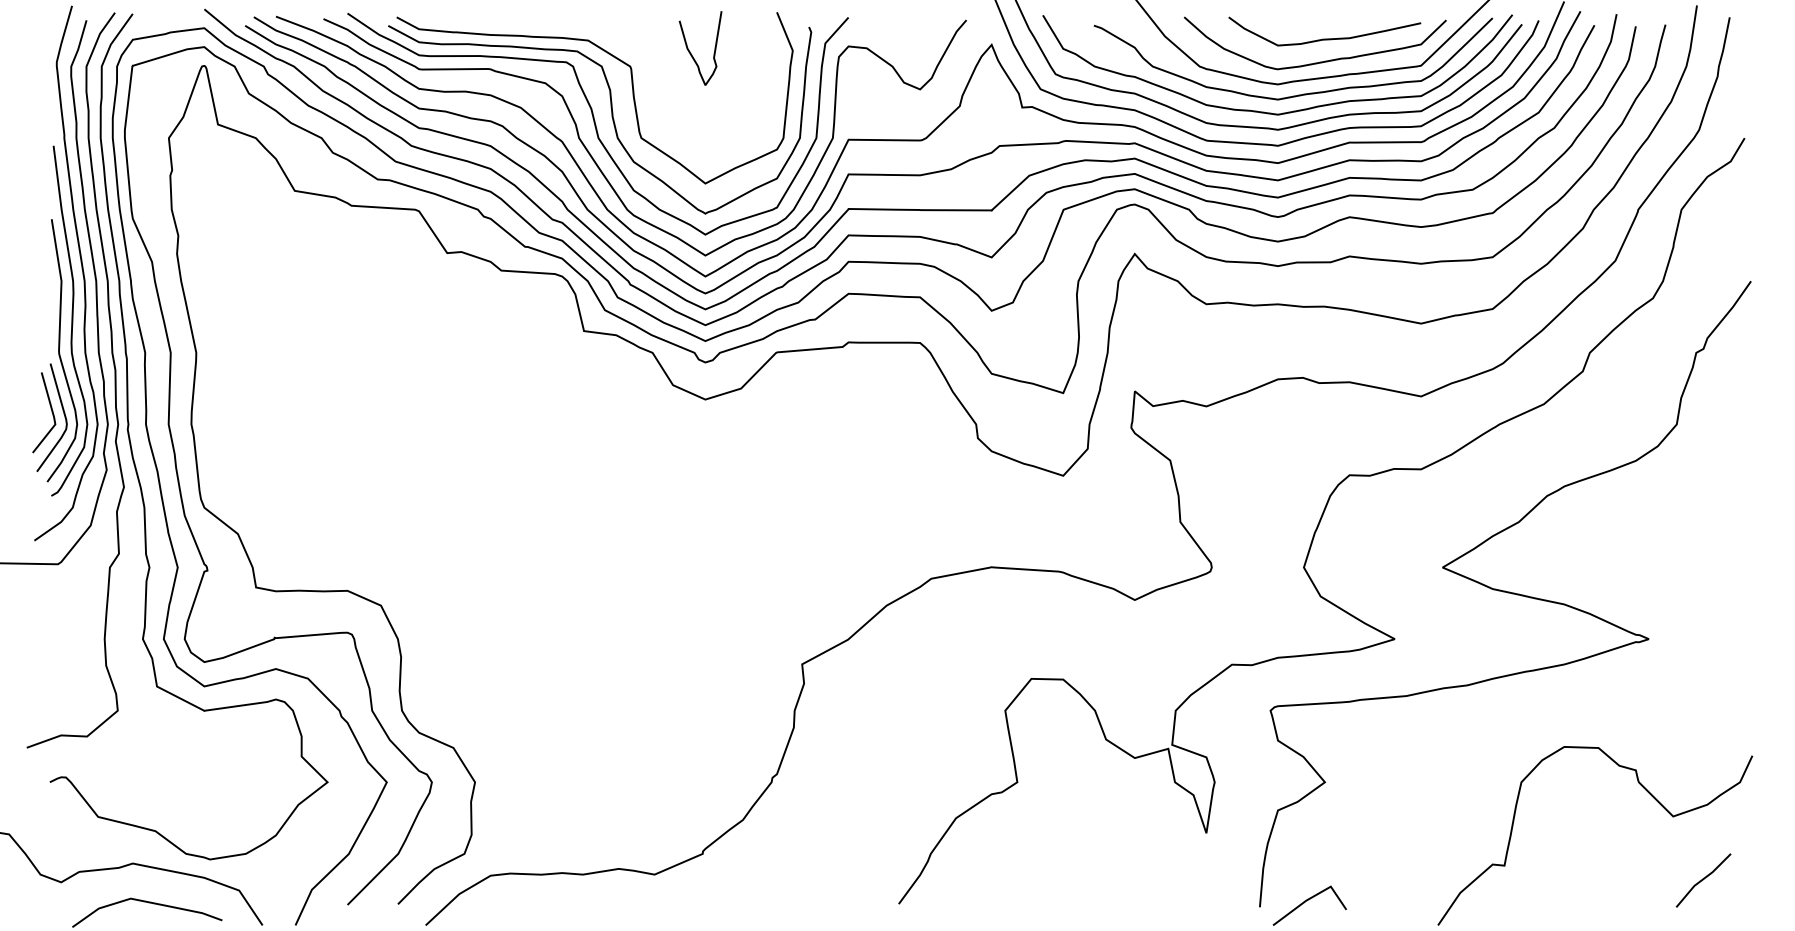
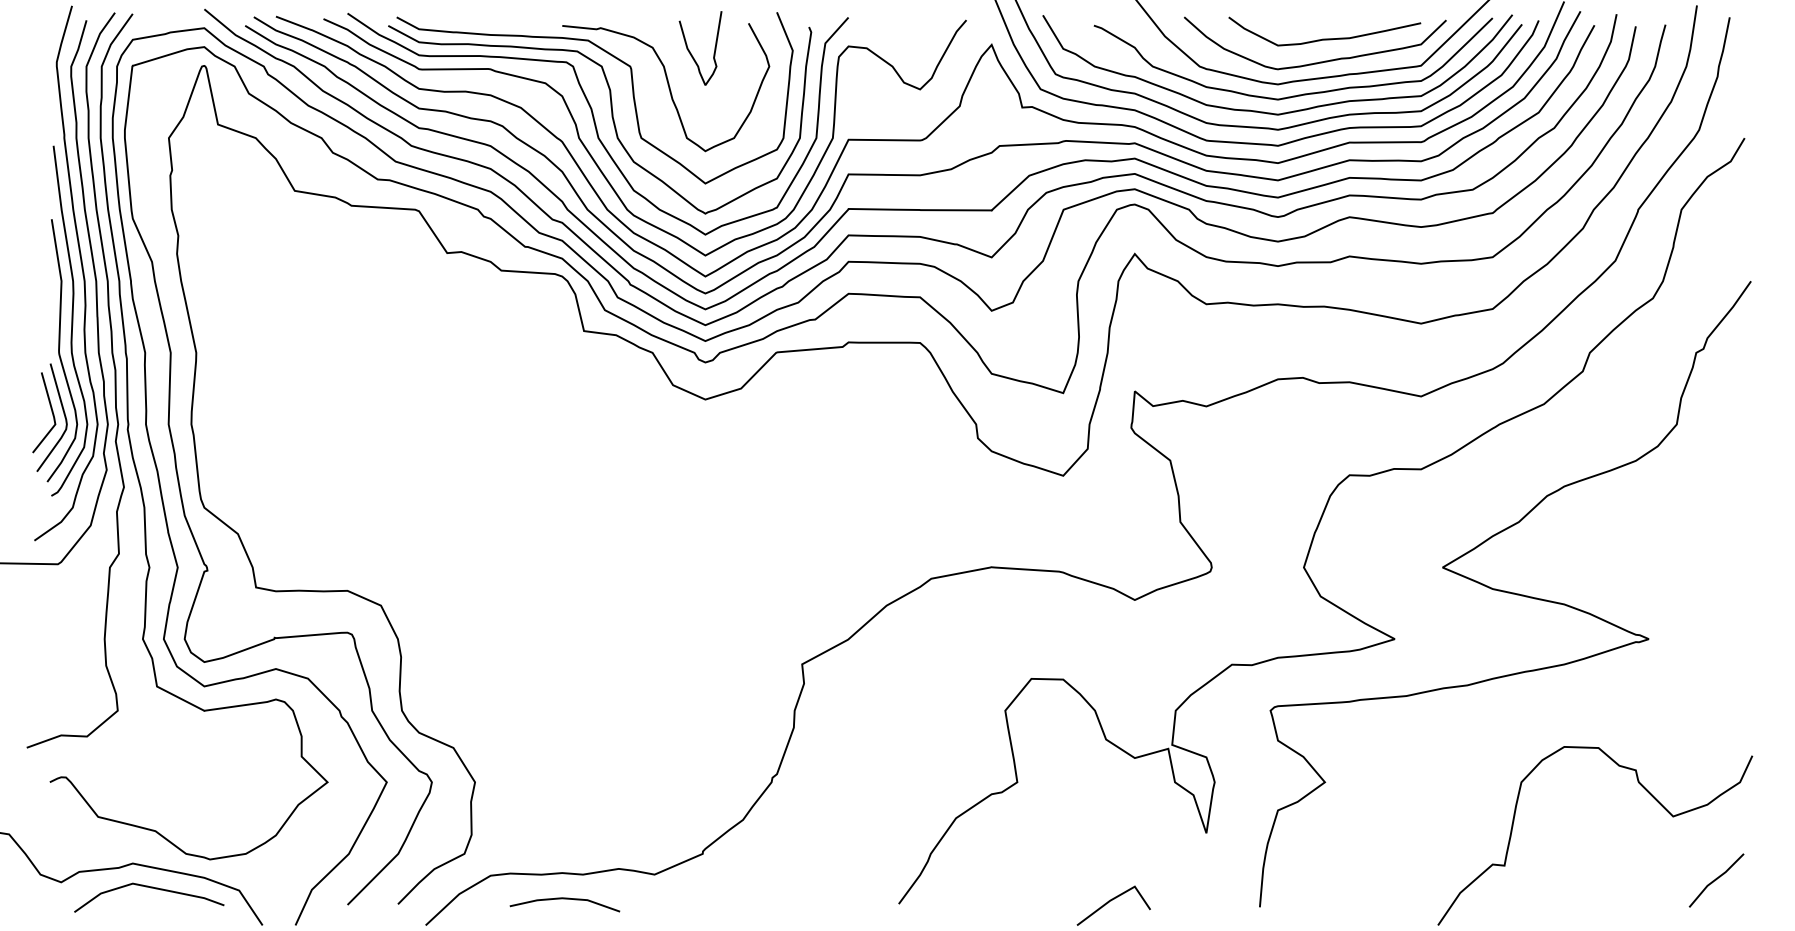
curve at (668, 87): none -> present
line at (1703, 880) position: (1703, 880) -> (1716, 880)
line at (564, 899): none -> present
line at (1307, 901) position: (1307, 901) -> (1111, 901)
curve at (148, 903) position: (148, 903) -> (150, 888)
